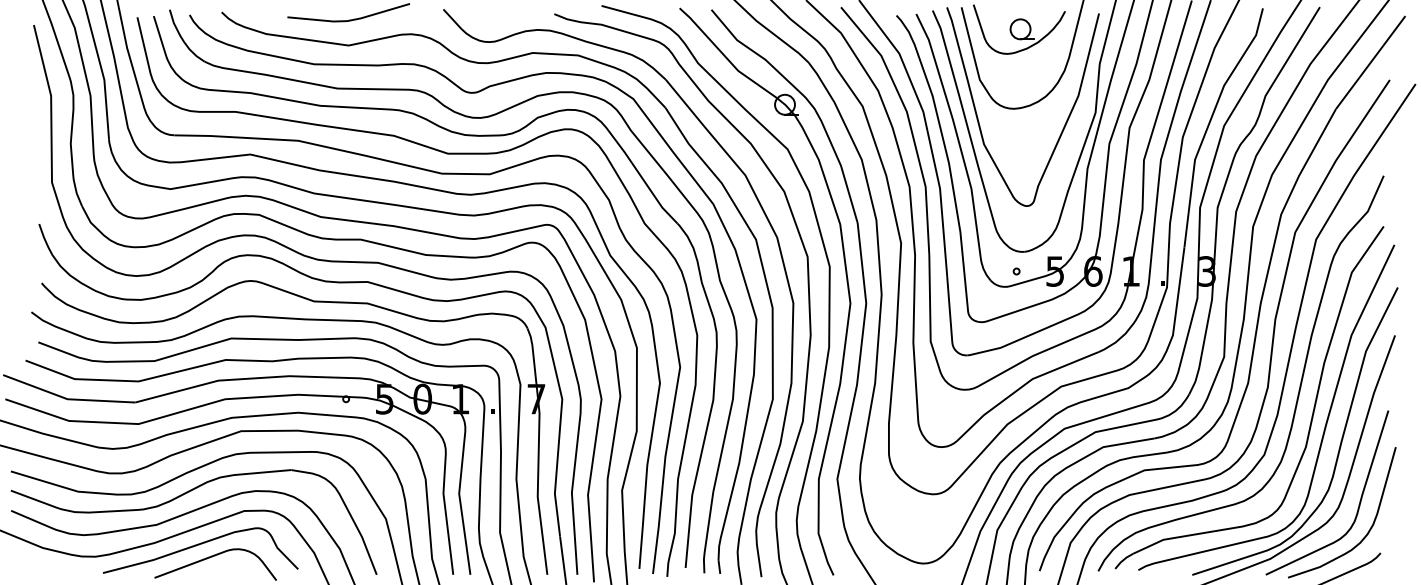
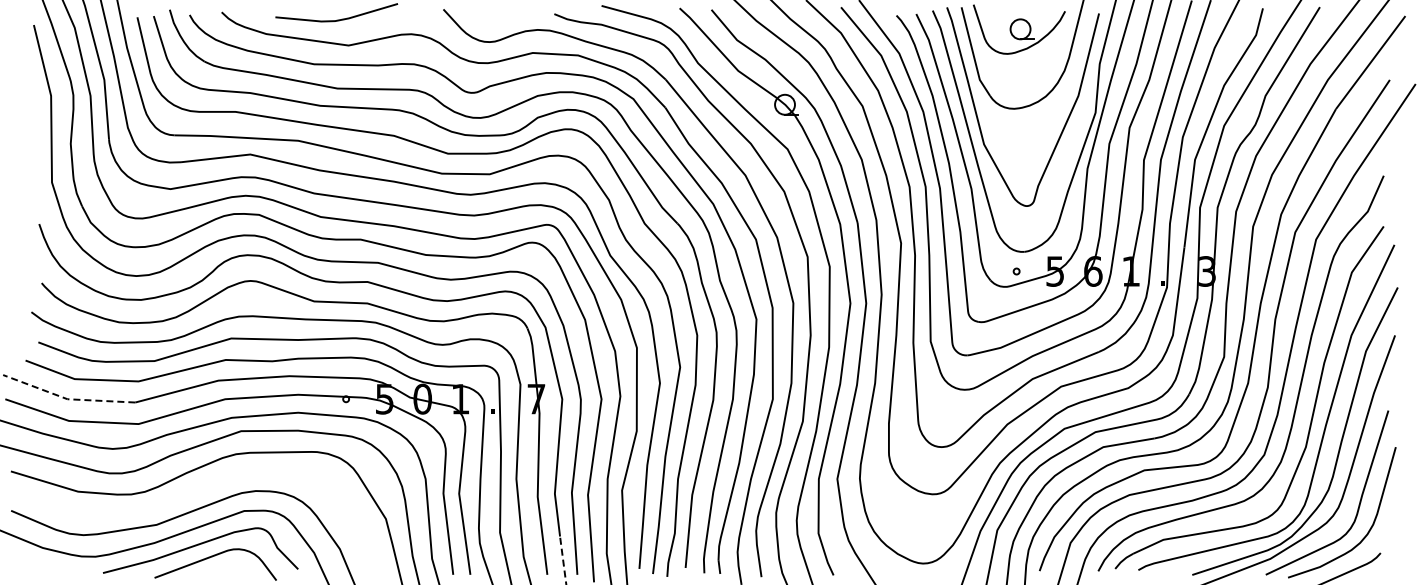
curve at (349, 19) position: (349, 19) -> (337, 19)
line at (67, 399): solid -> dashed
part at (181, 496): present -> none
line at (563, 560): solid -> dashed
